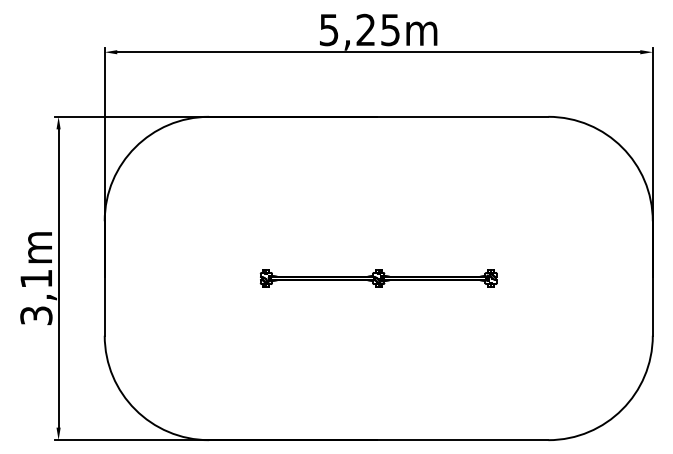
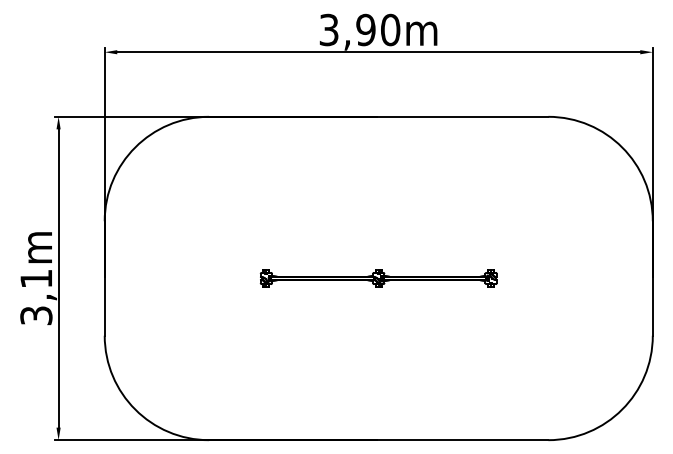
text at (360, 29): 5,25m -> 3,90m
